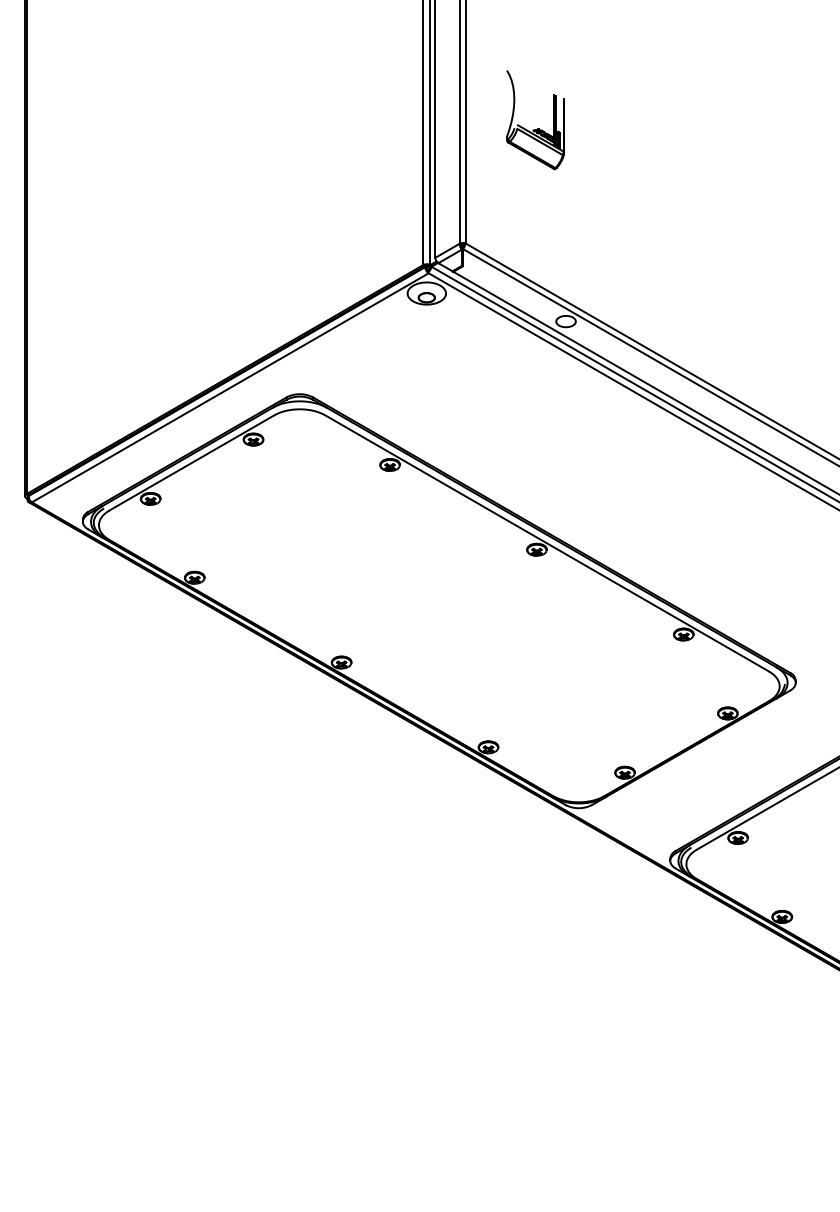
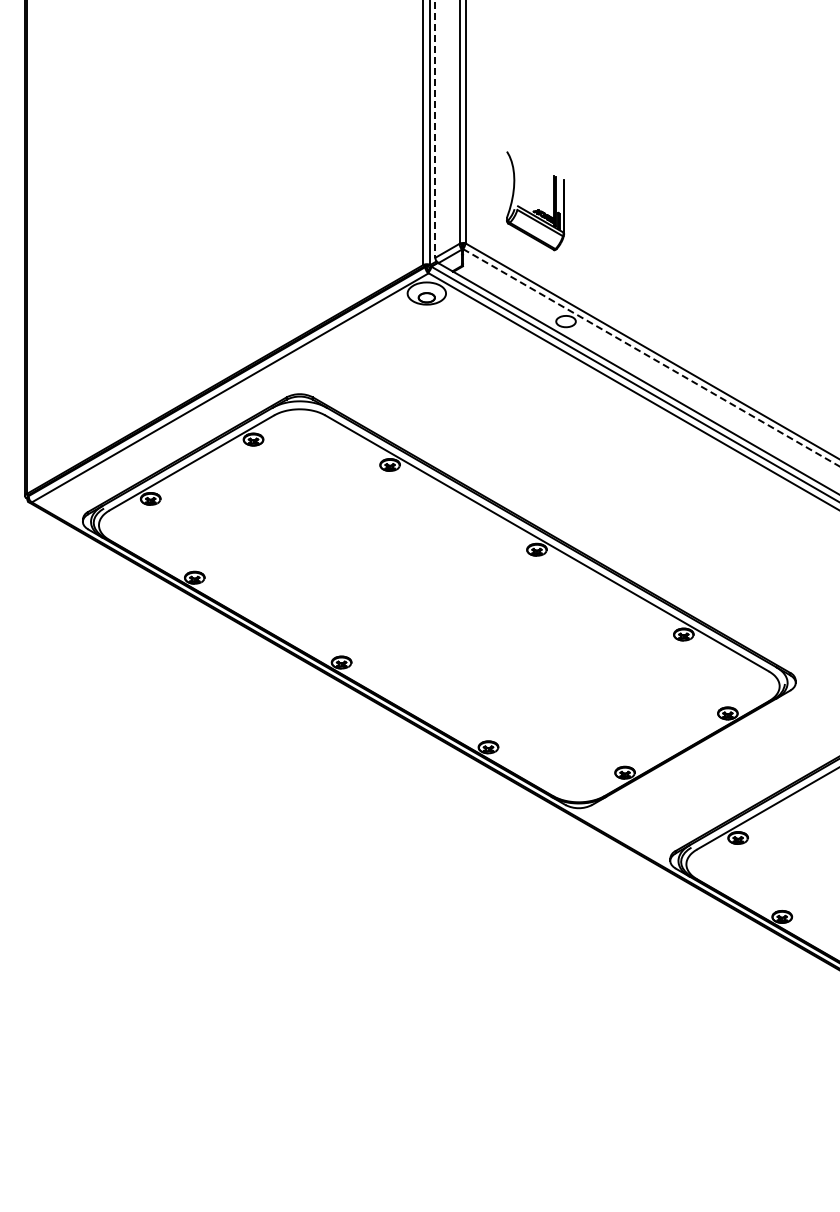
part at (537, 128) position: (537, 128) -> (537, 209)
line at (435, 129): solid -> dashed
line at (651, 357): solid -> dashed
